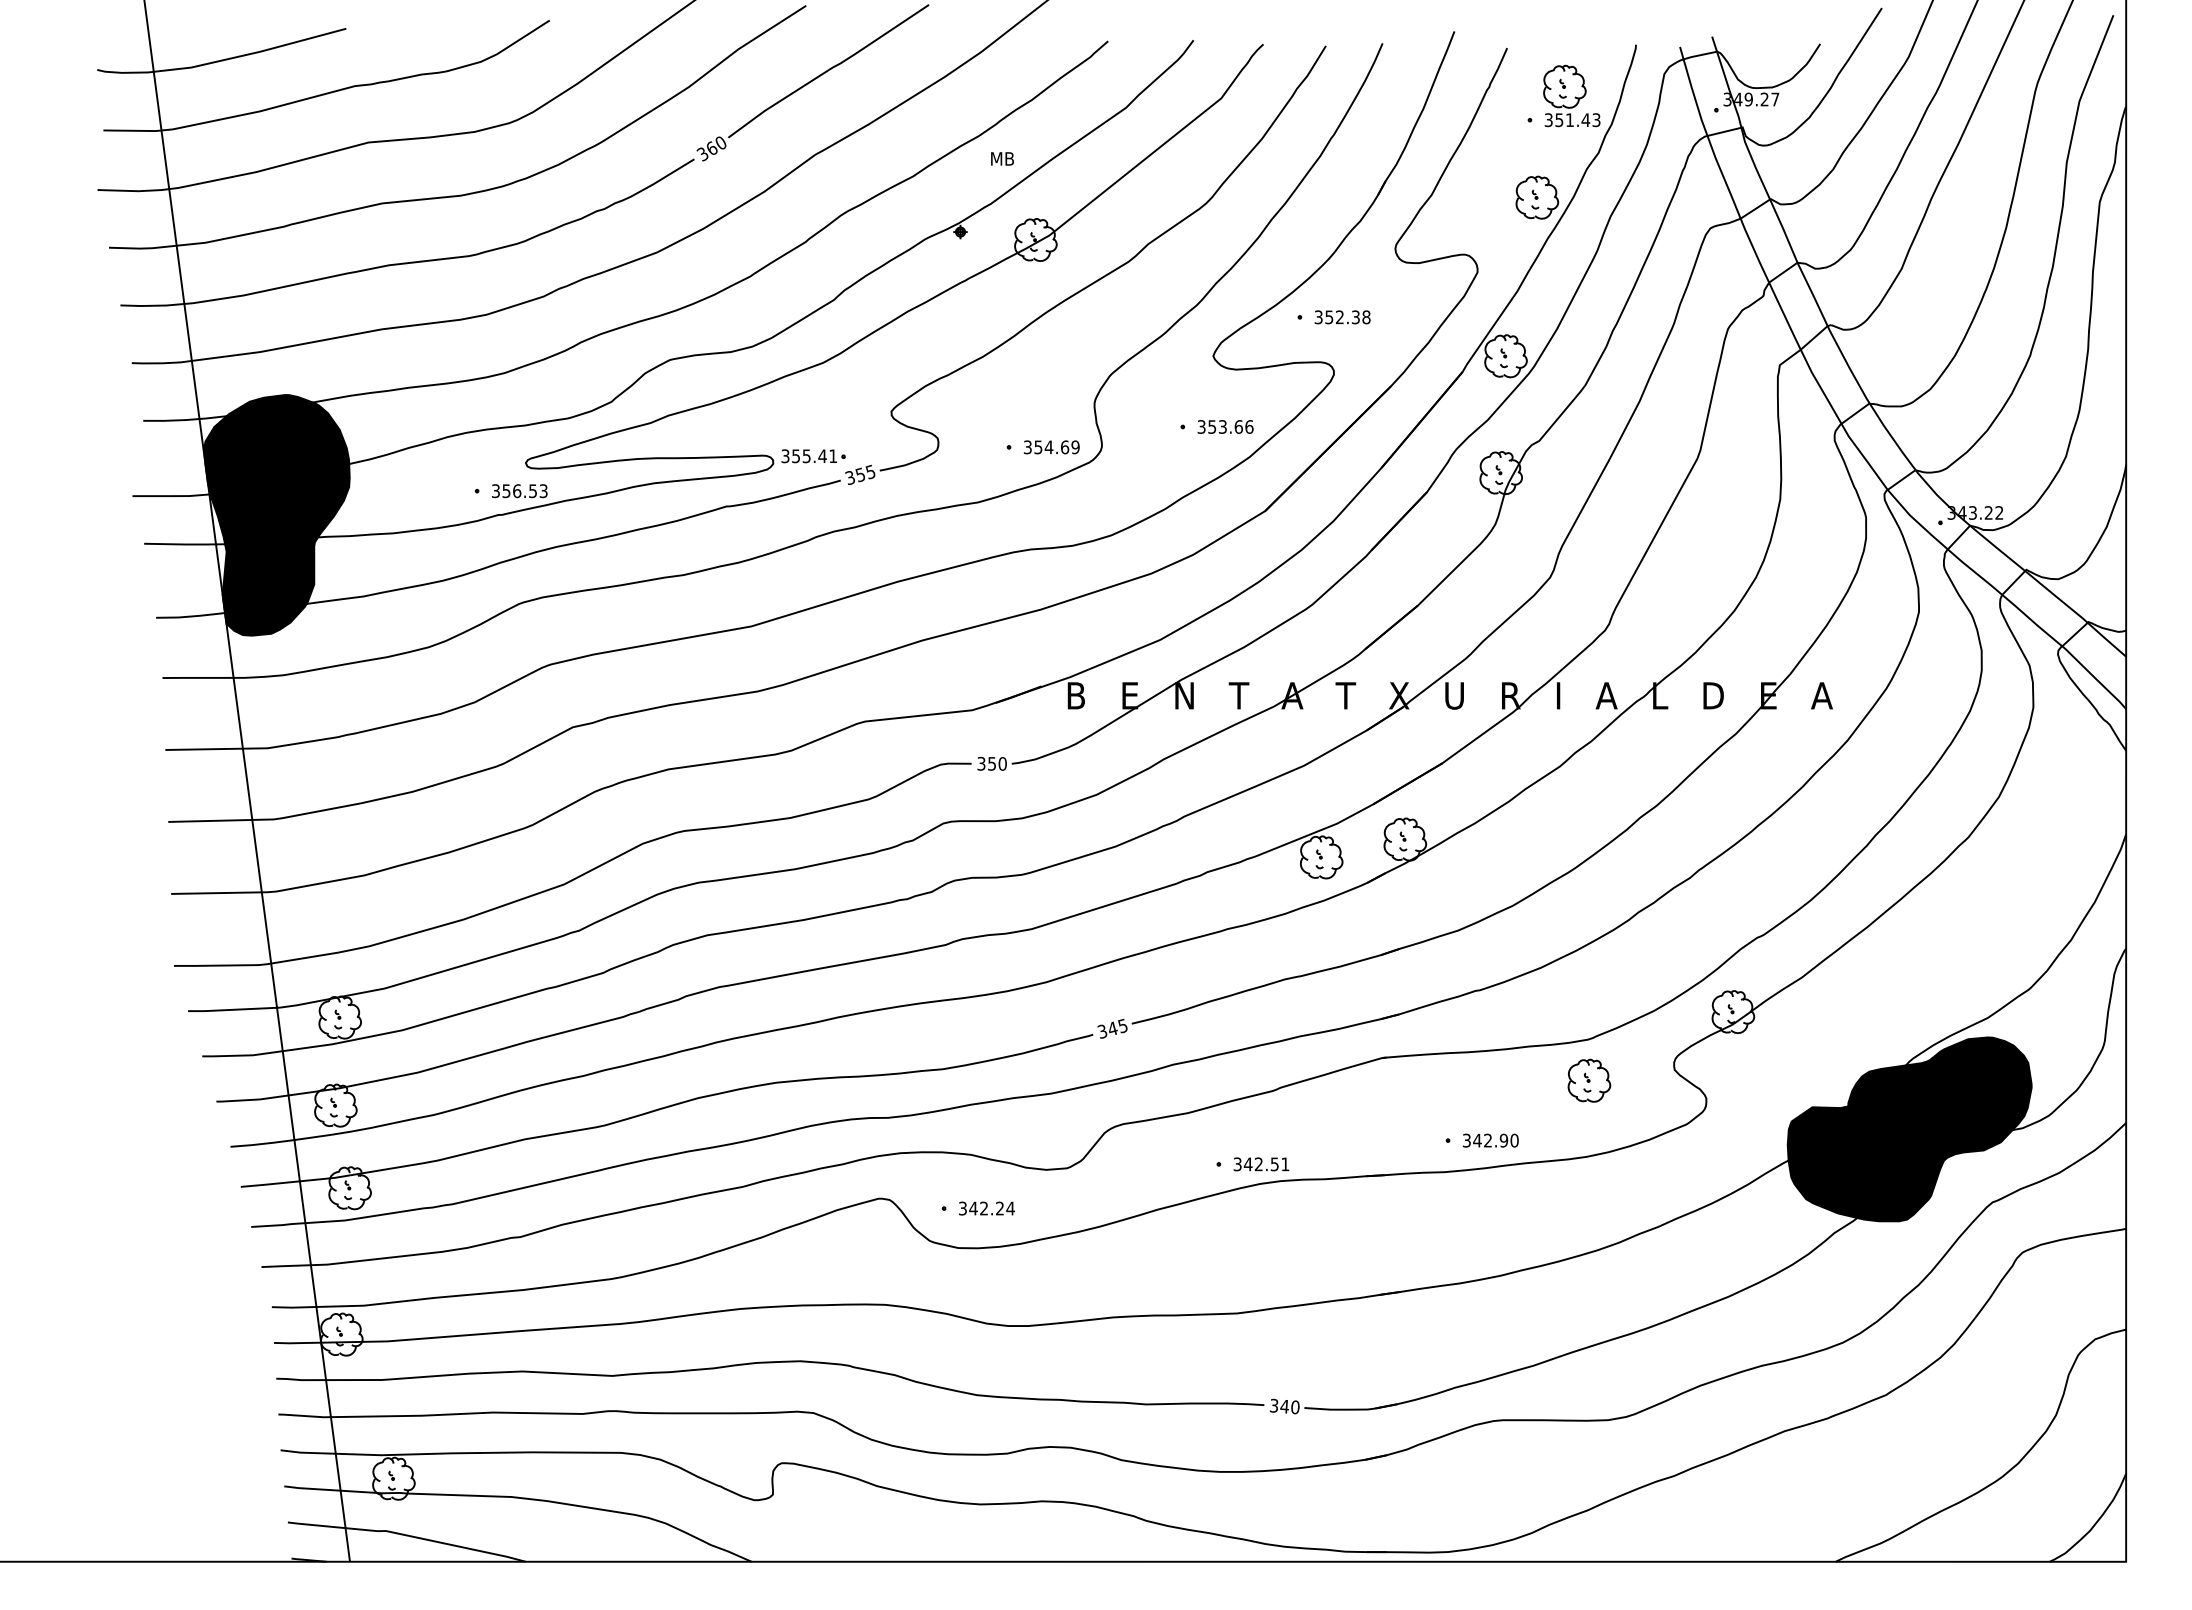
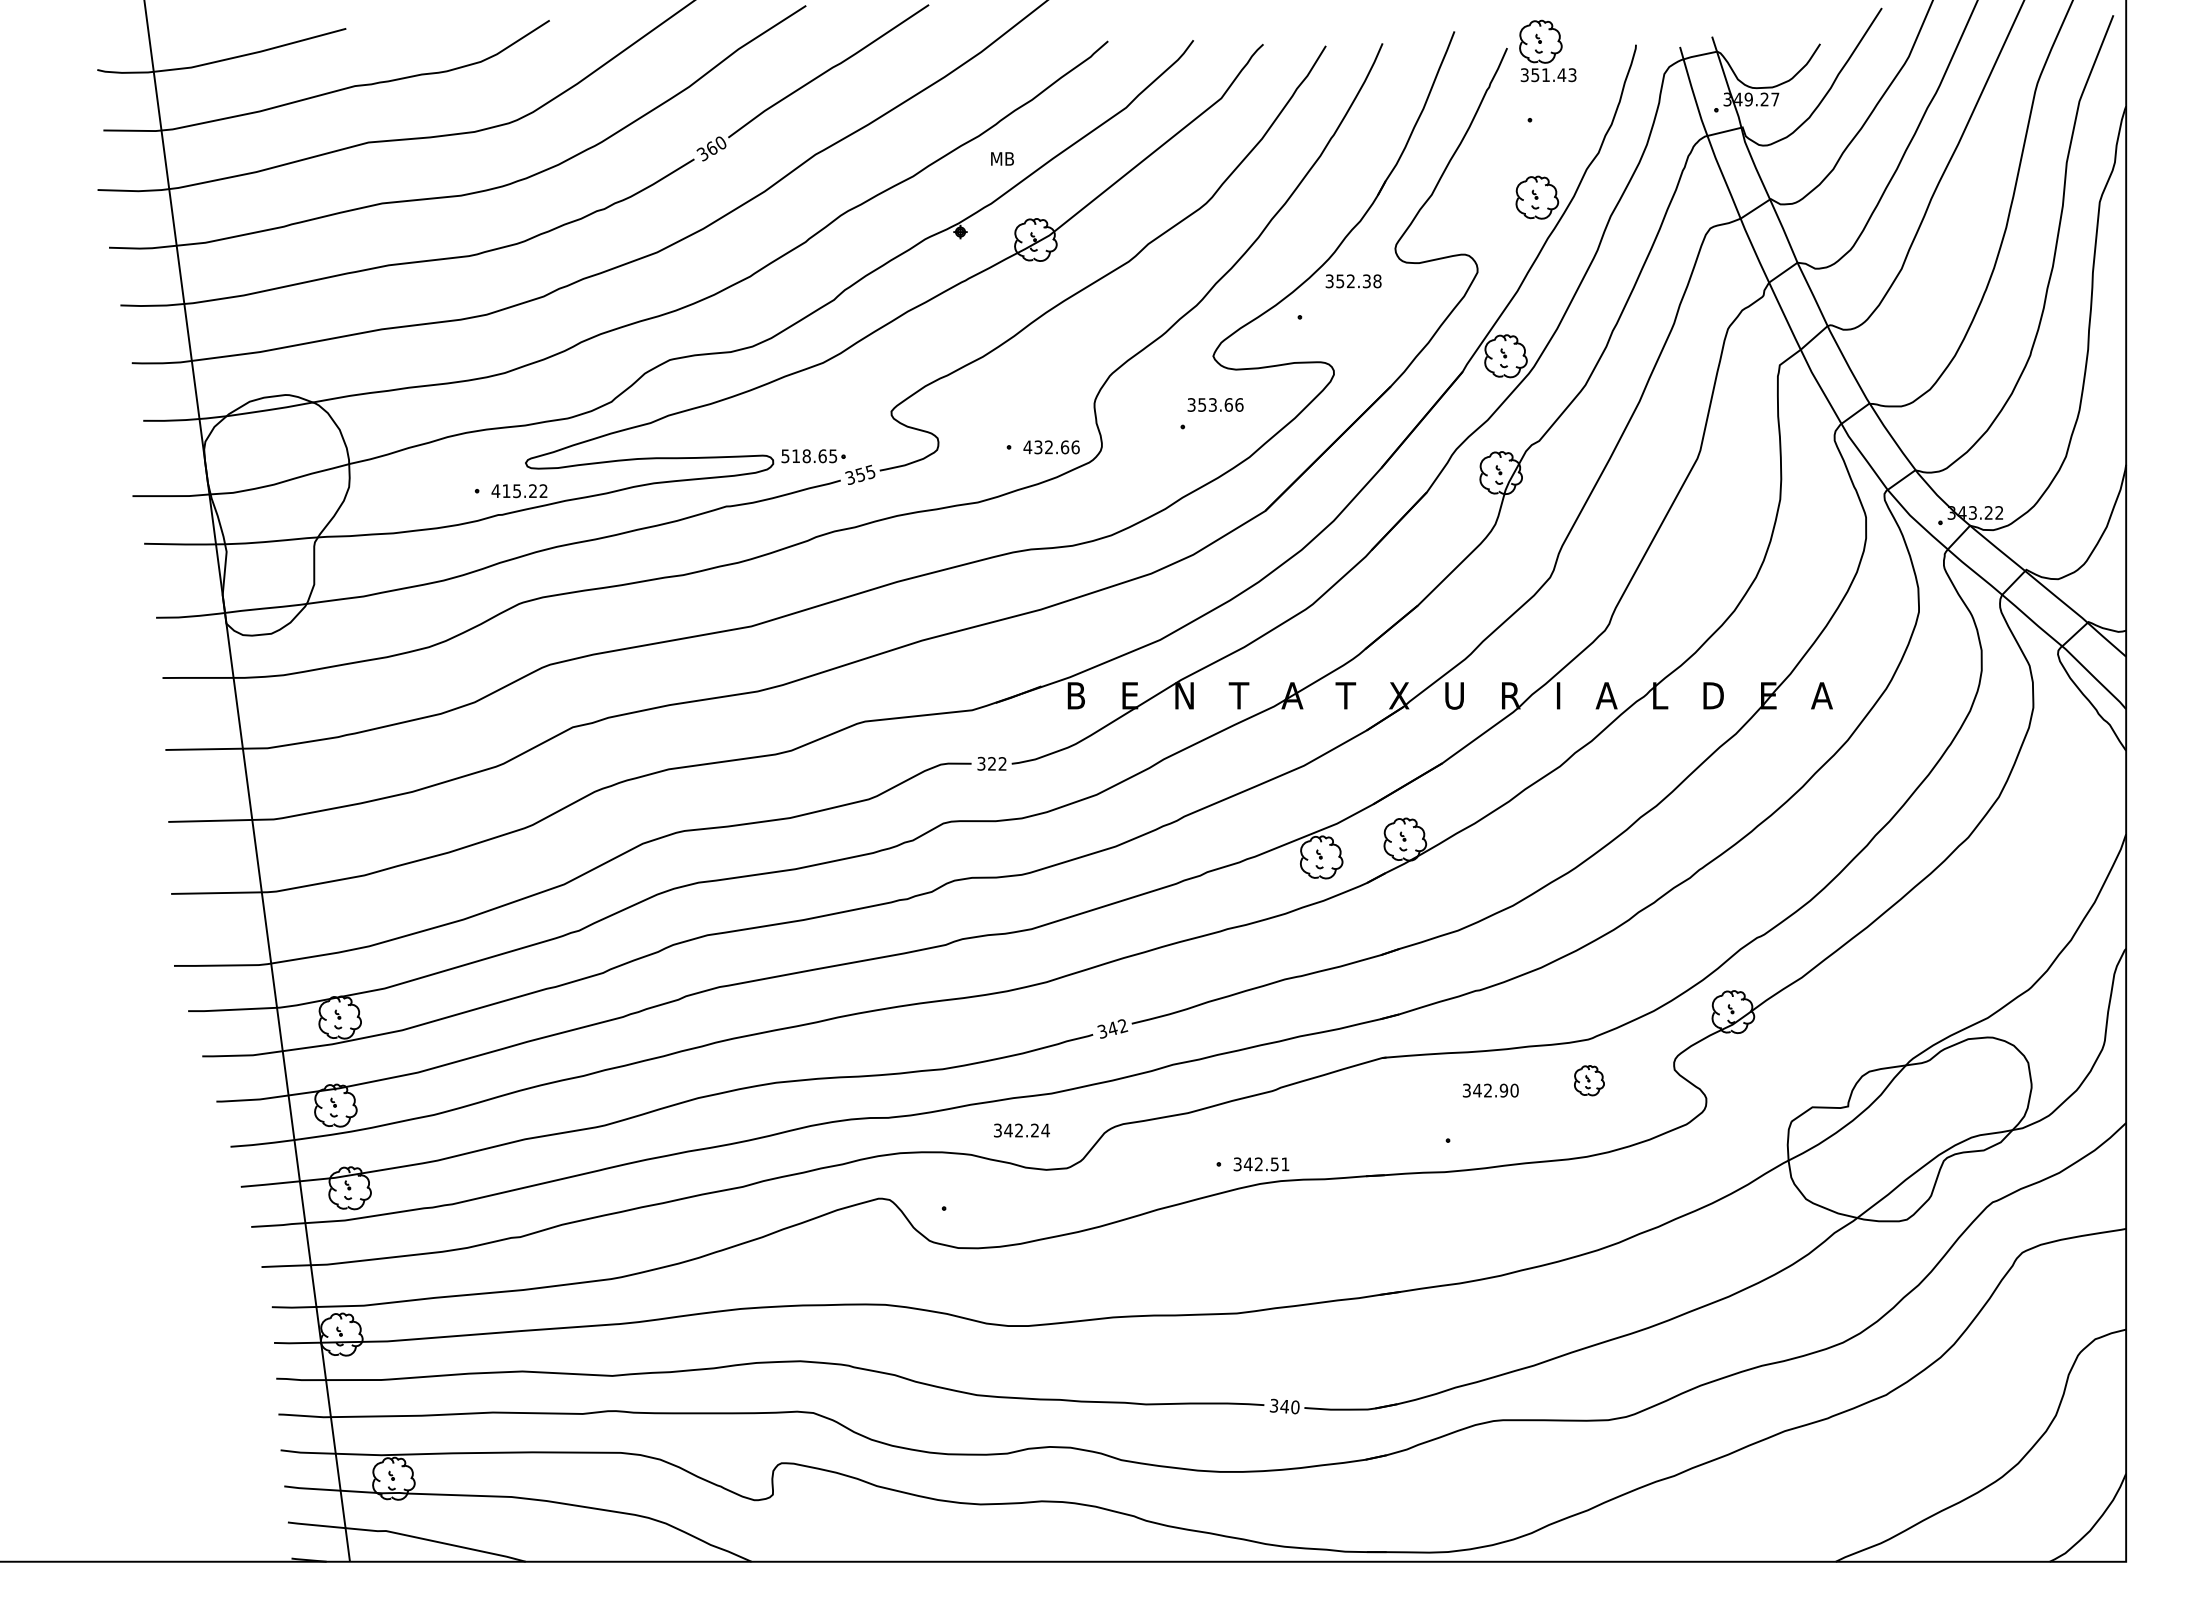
part at (1571, 95) position: (1571, 95) -> (1547, 50)
text at (1342, 317) position: (1342, 317) -> (1353, 281)
text at (1225, 426) position: (1225, 426) -> (1215, 404)
text at (1051, 447): 354.69 -> 432.66
text at (809, 456): 355.41 -> 518.65
text at (519, 491): 356.53 -> 415.22
fill at (276, 515): present -> none
text at (997, 763): 350 -> 322
text at (1122, 1025): 345 -> 342
part at (1589, 1080) size: 45x45 px -> 31x32 px
fill at (1909, 1129): present -> none
text at (1490, 1140) position: (1490, 1140) -> (1490, 1090)
text at (986, 1208) position: (986, 1208) -> (1021, 1130)
